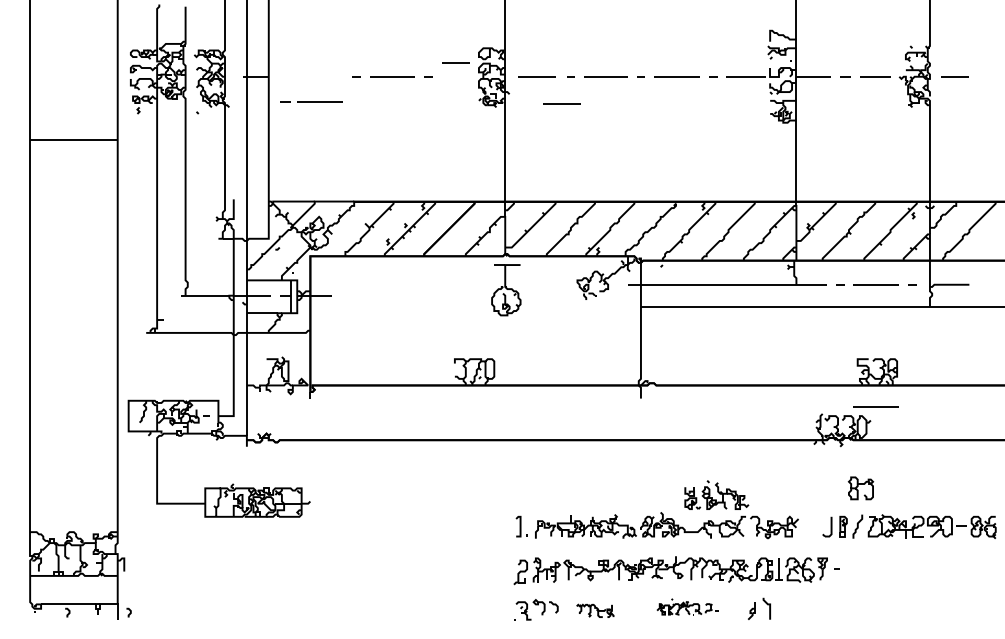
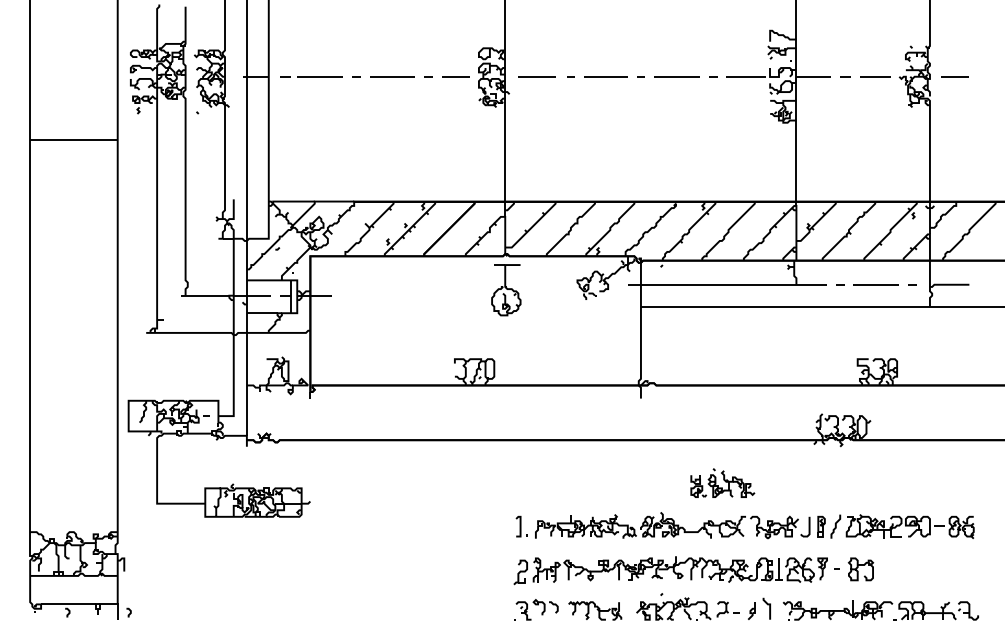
line at (455, 62) position: (455, 62) -> (455, 76)
line at (311, 101) position: (311, 101) -> (311, 76)
line at (561, 103): present -> none
line at (875, 406): present -> none
part at (860, 488) position: (860, 488) -> (860, 569)
part at (716, 494) position: (716, 494) -> (722, 482)
part at (909, 526) position: (909, 526) -> (887, 526)
part at (687, 606) size: 63x18 px -> 104x28 px
part at (595, 610) size: 39x15 px -> 55x20 px
part at (880, 610): none -> present
